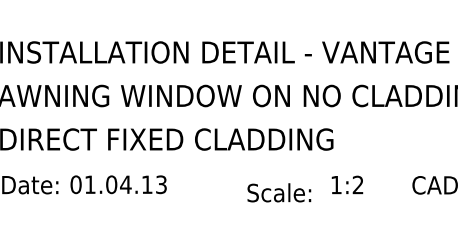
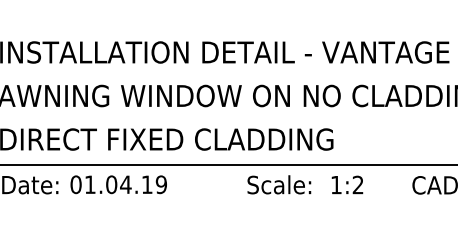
line at (228, 165): none -> present
text at (160, 184): 01.04.13 -> 01.04.19
text at (279, 192) position: (279, 192) -> (279, 184)
